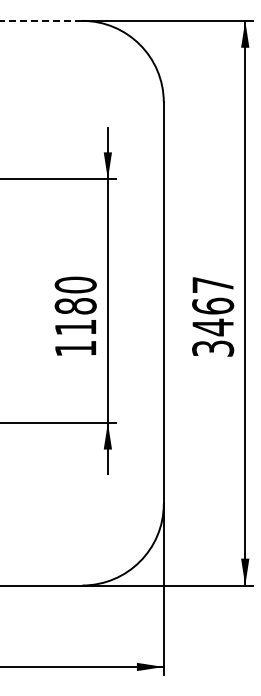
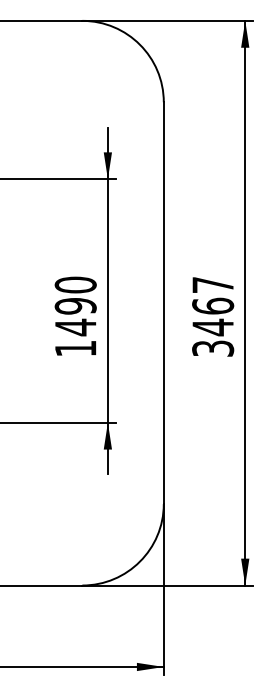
line at (41, 20): dashed -> solid
text at (75, 317): 1180 -> 1490
